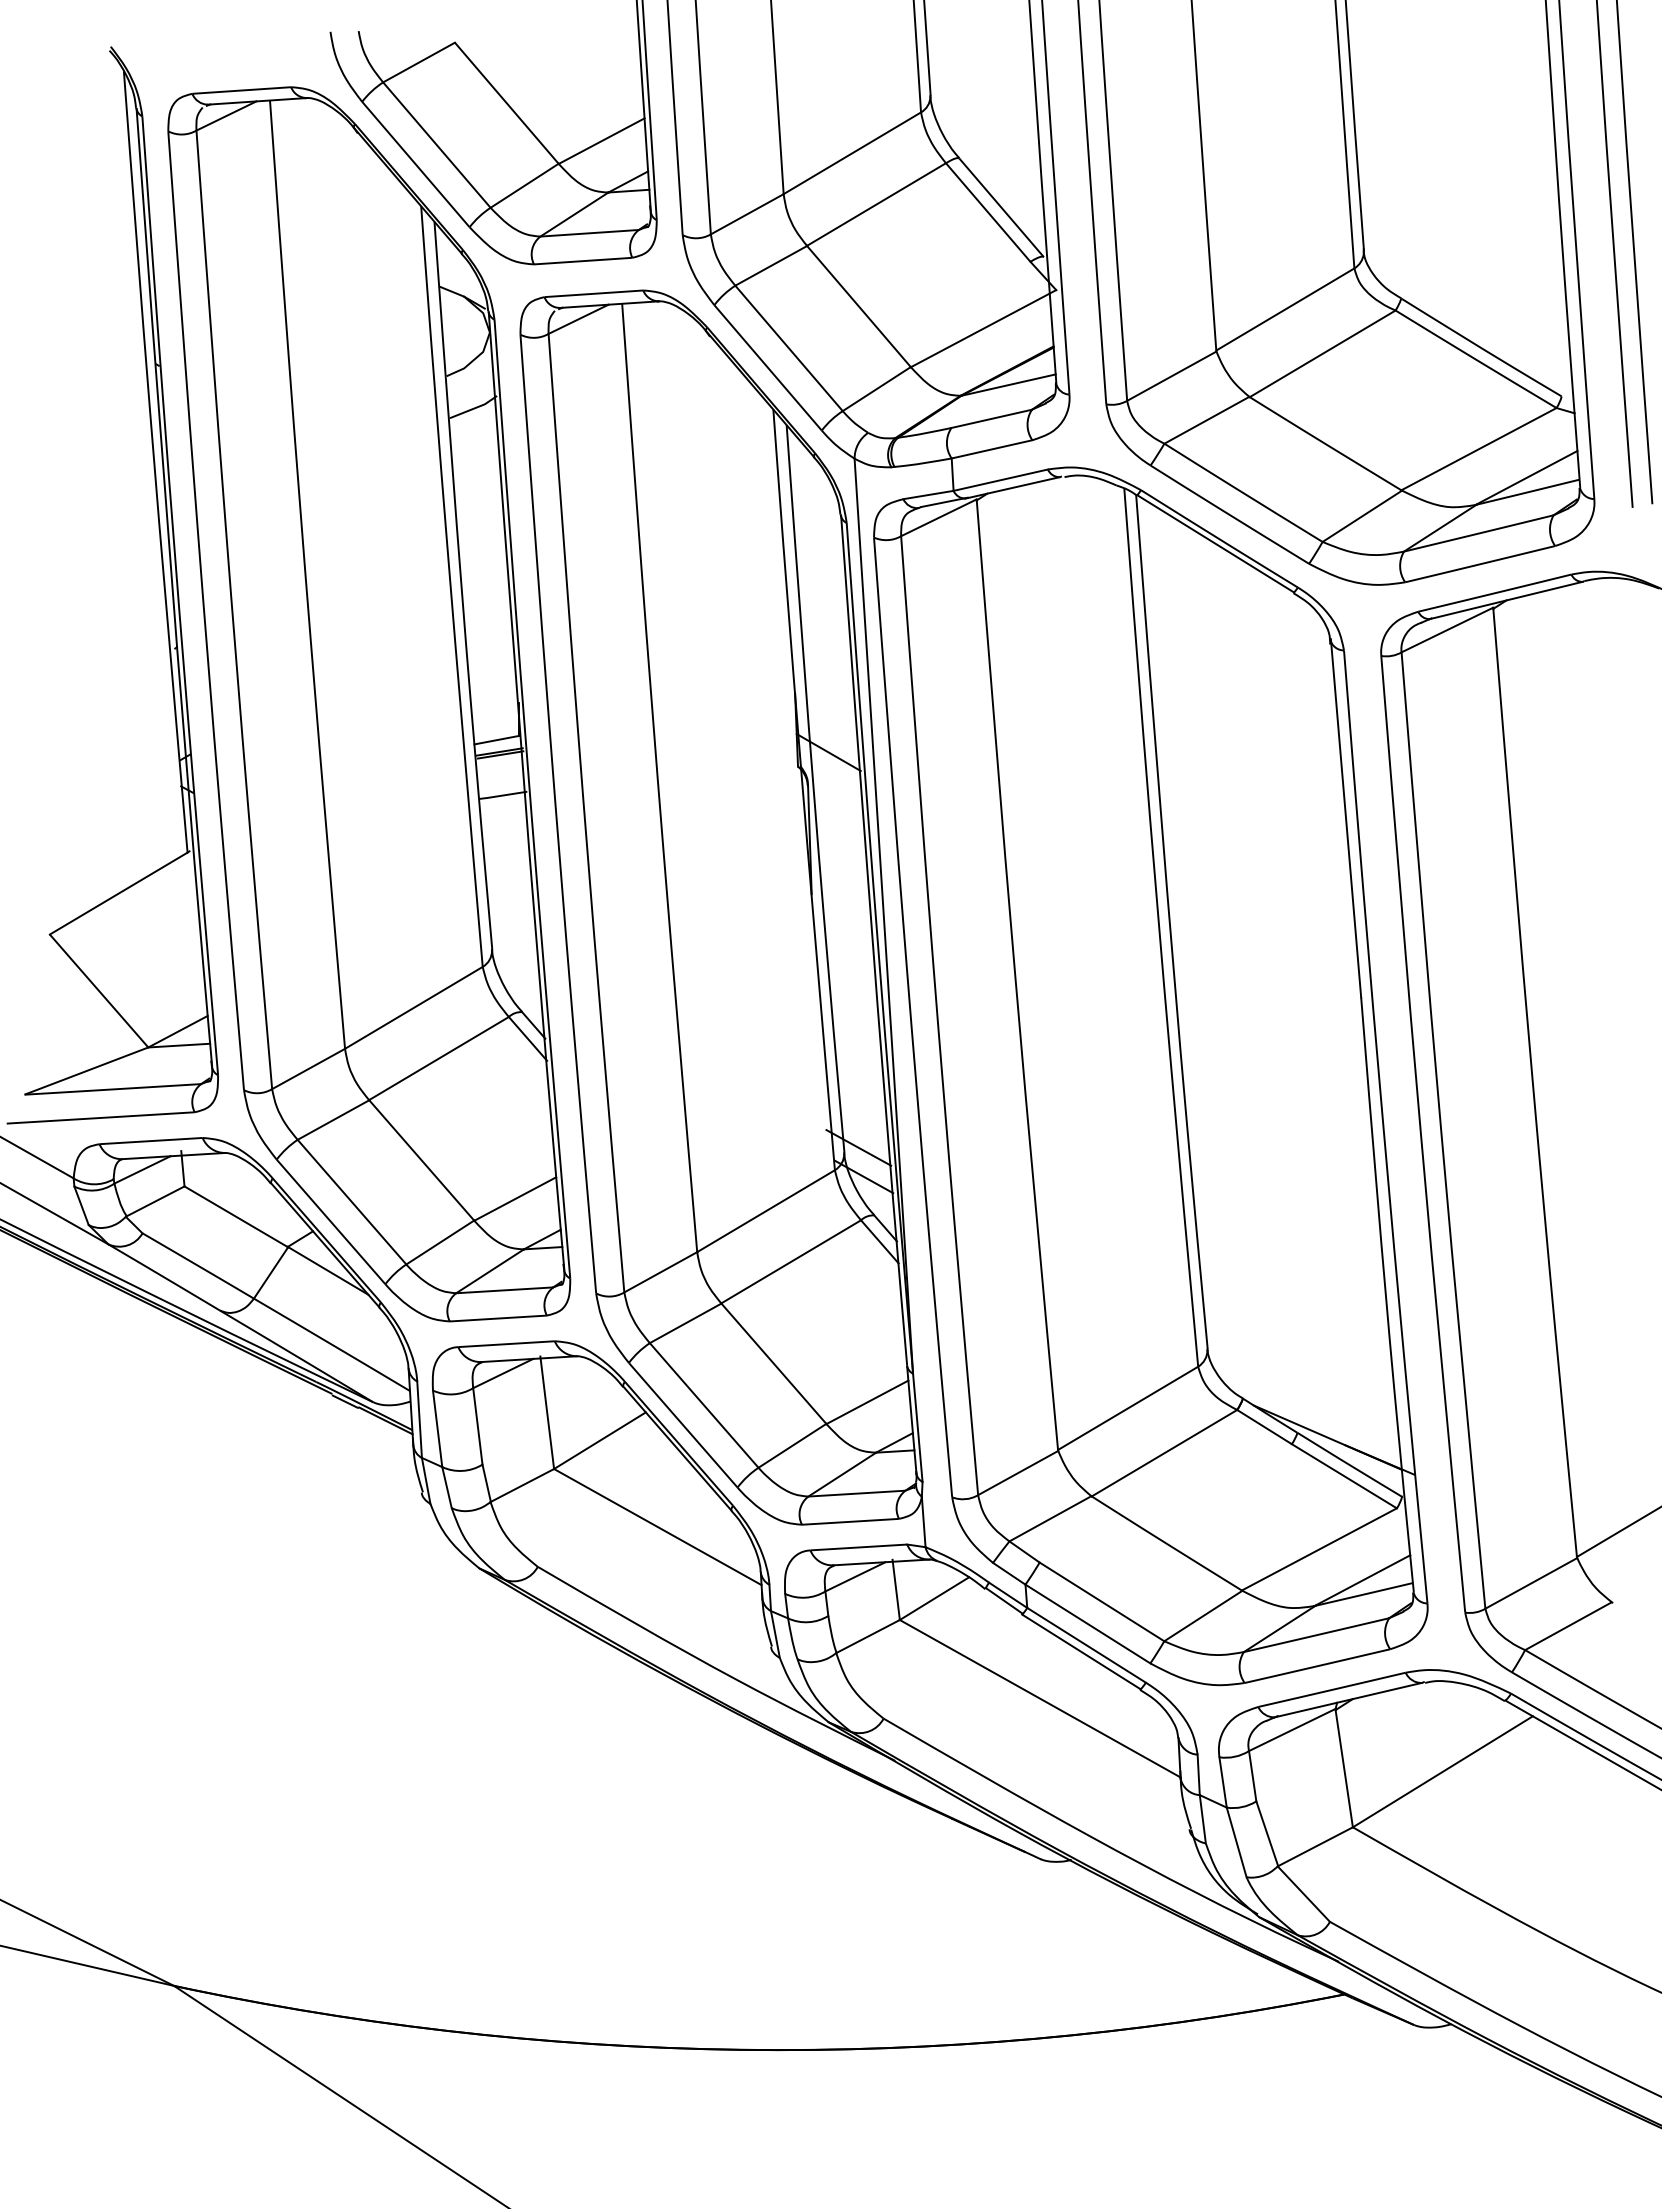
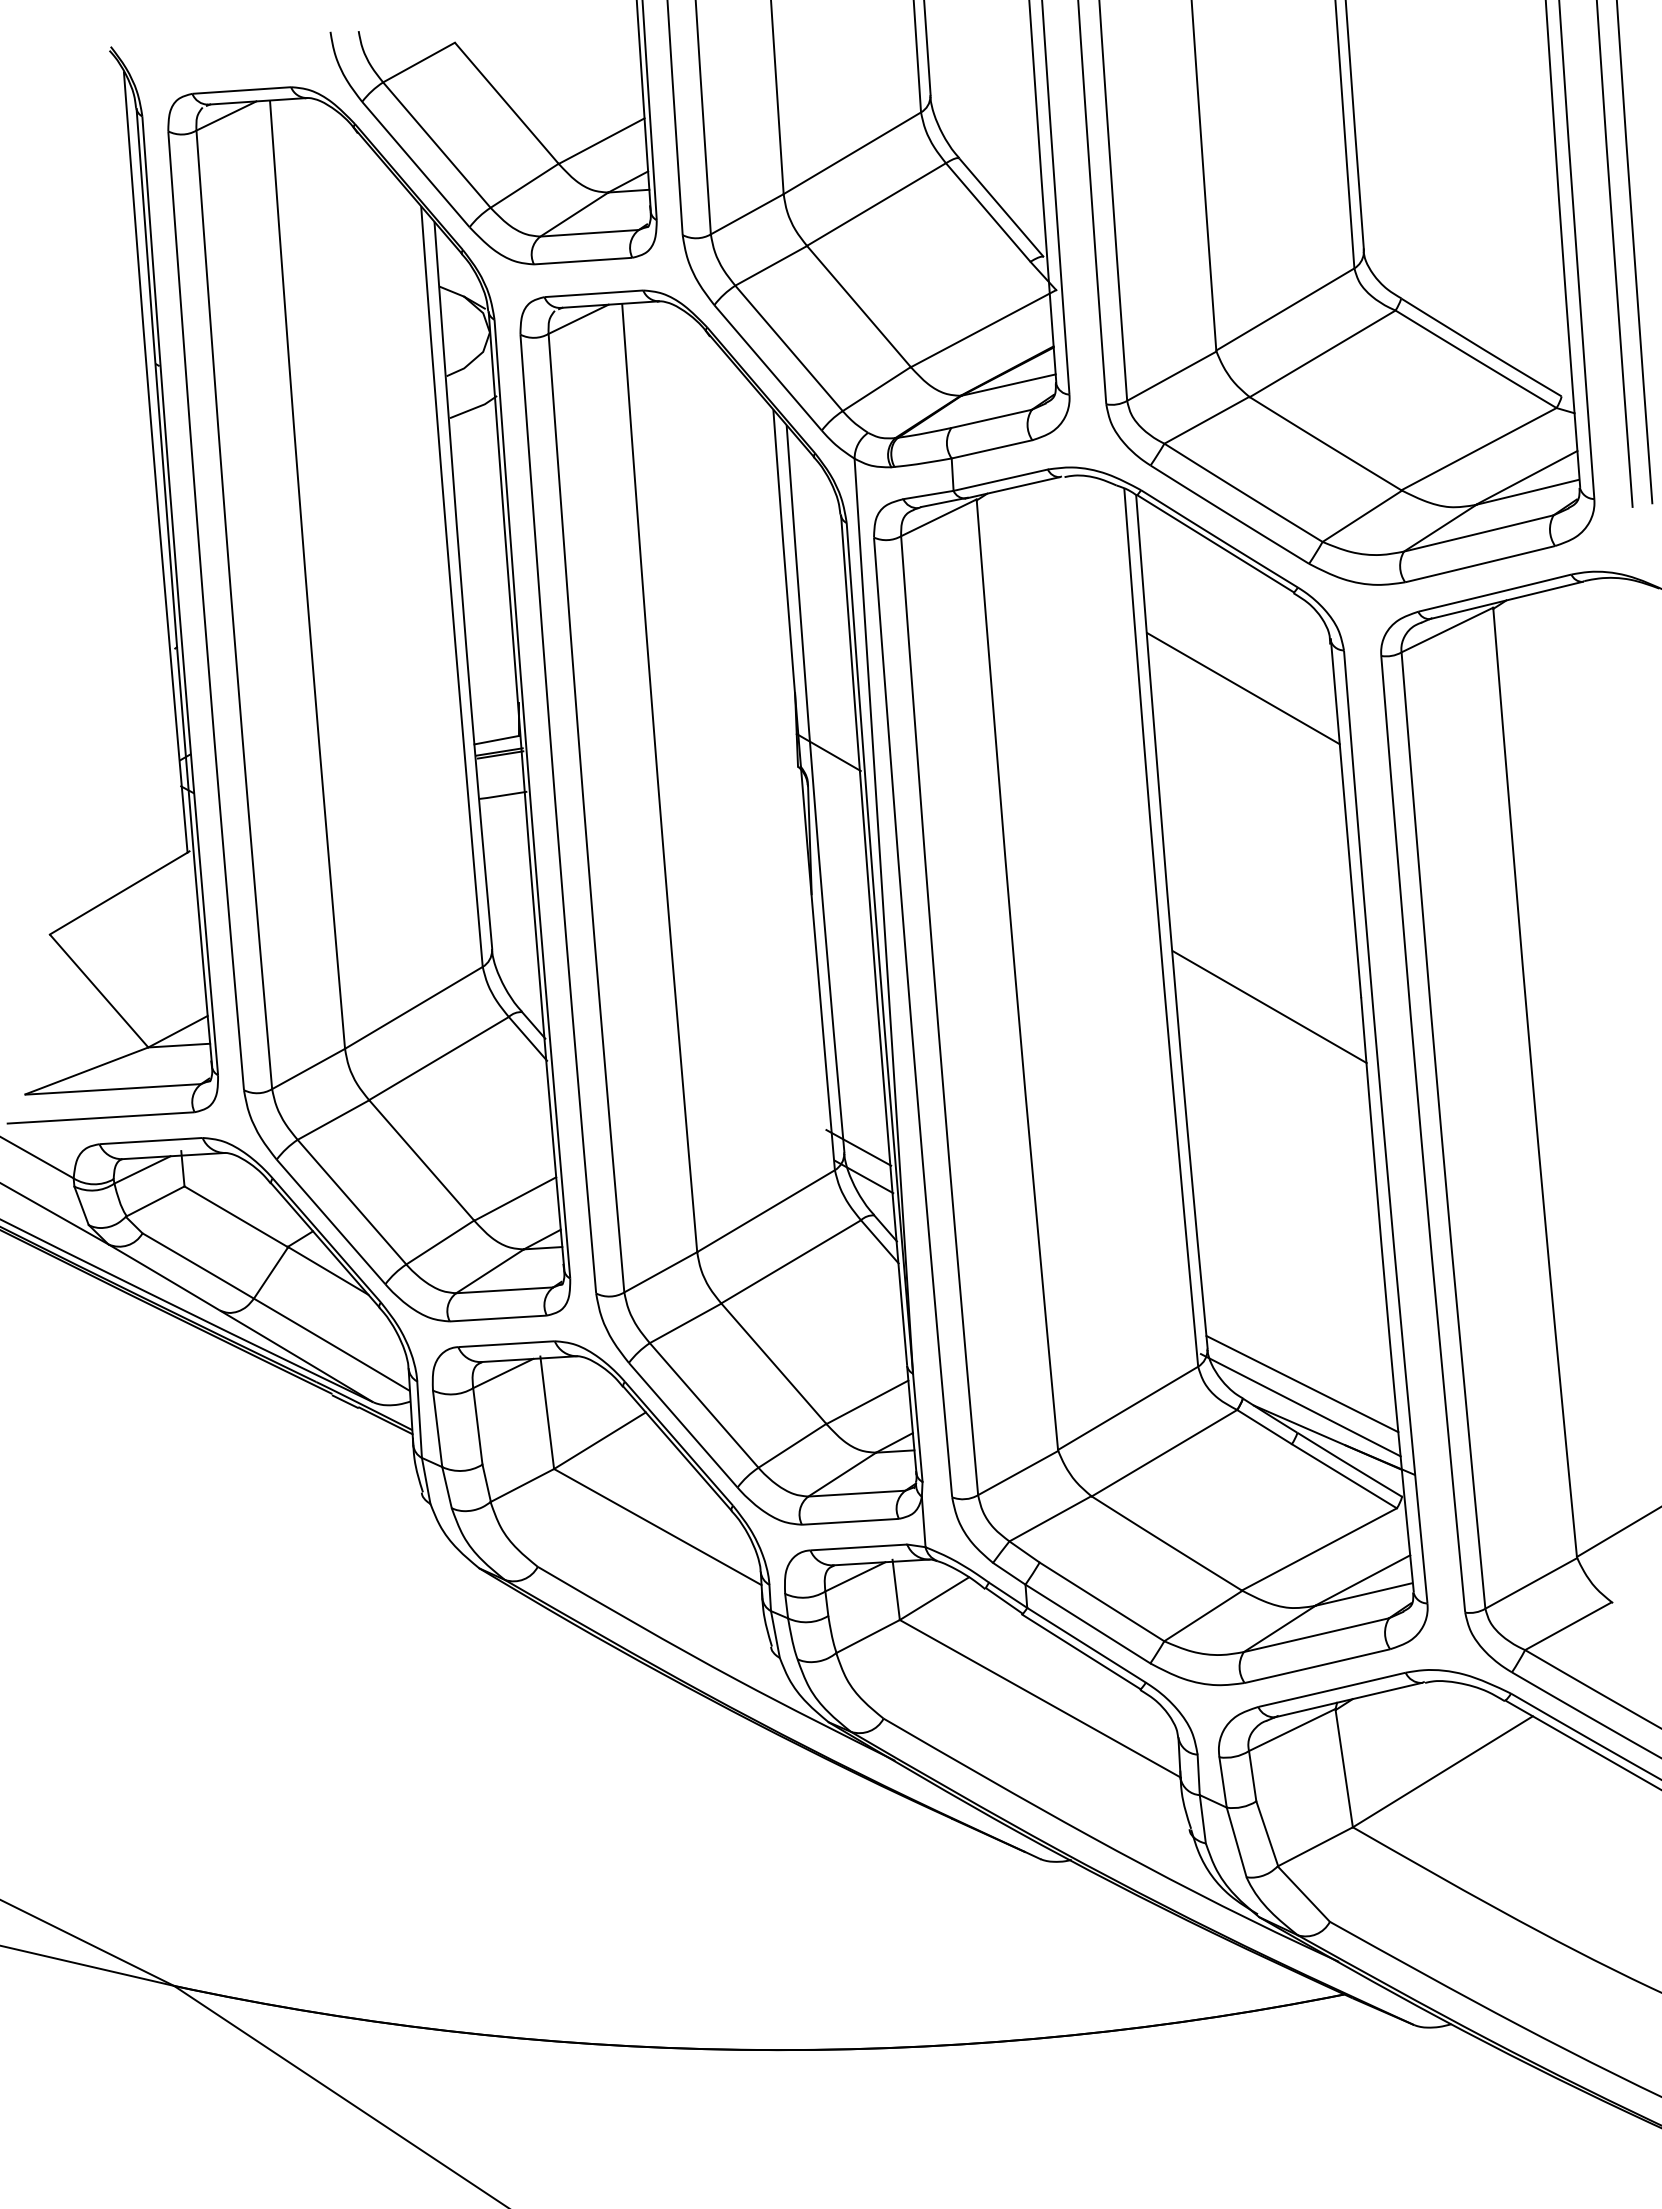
line at (1243, 688): none -> present
line at (1269, 1007): none -> present
line at (1302, 1383): none -> present
line at (1300, 1405): none -> present
